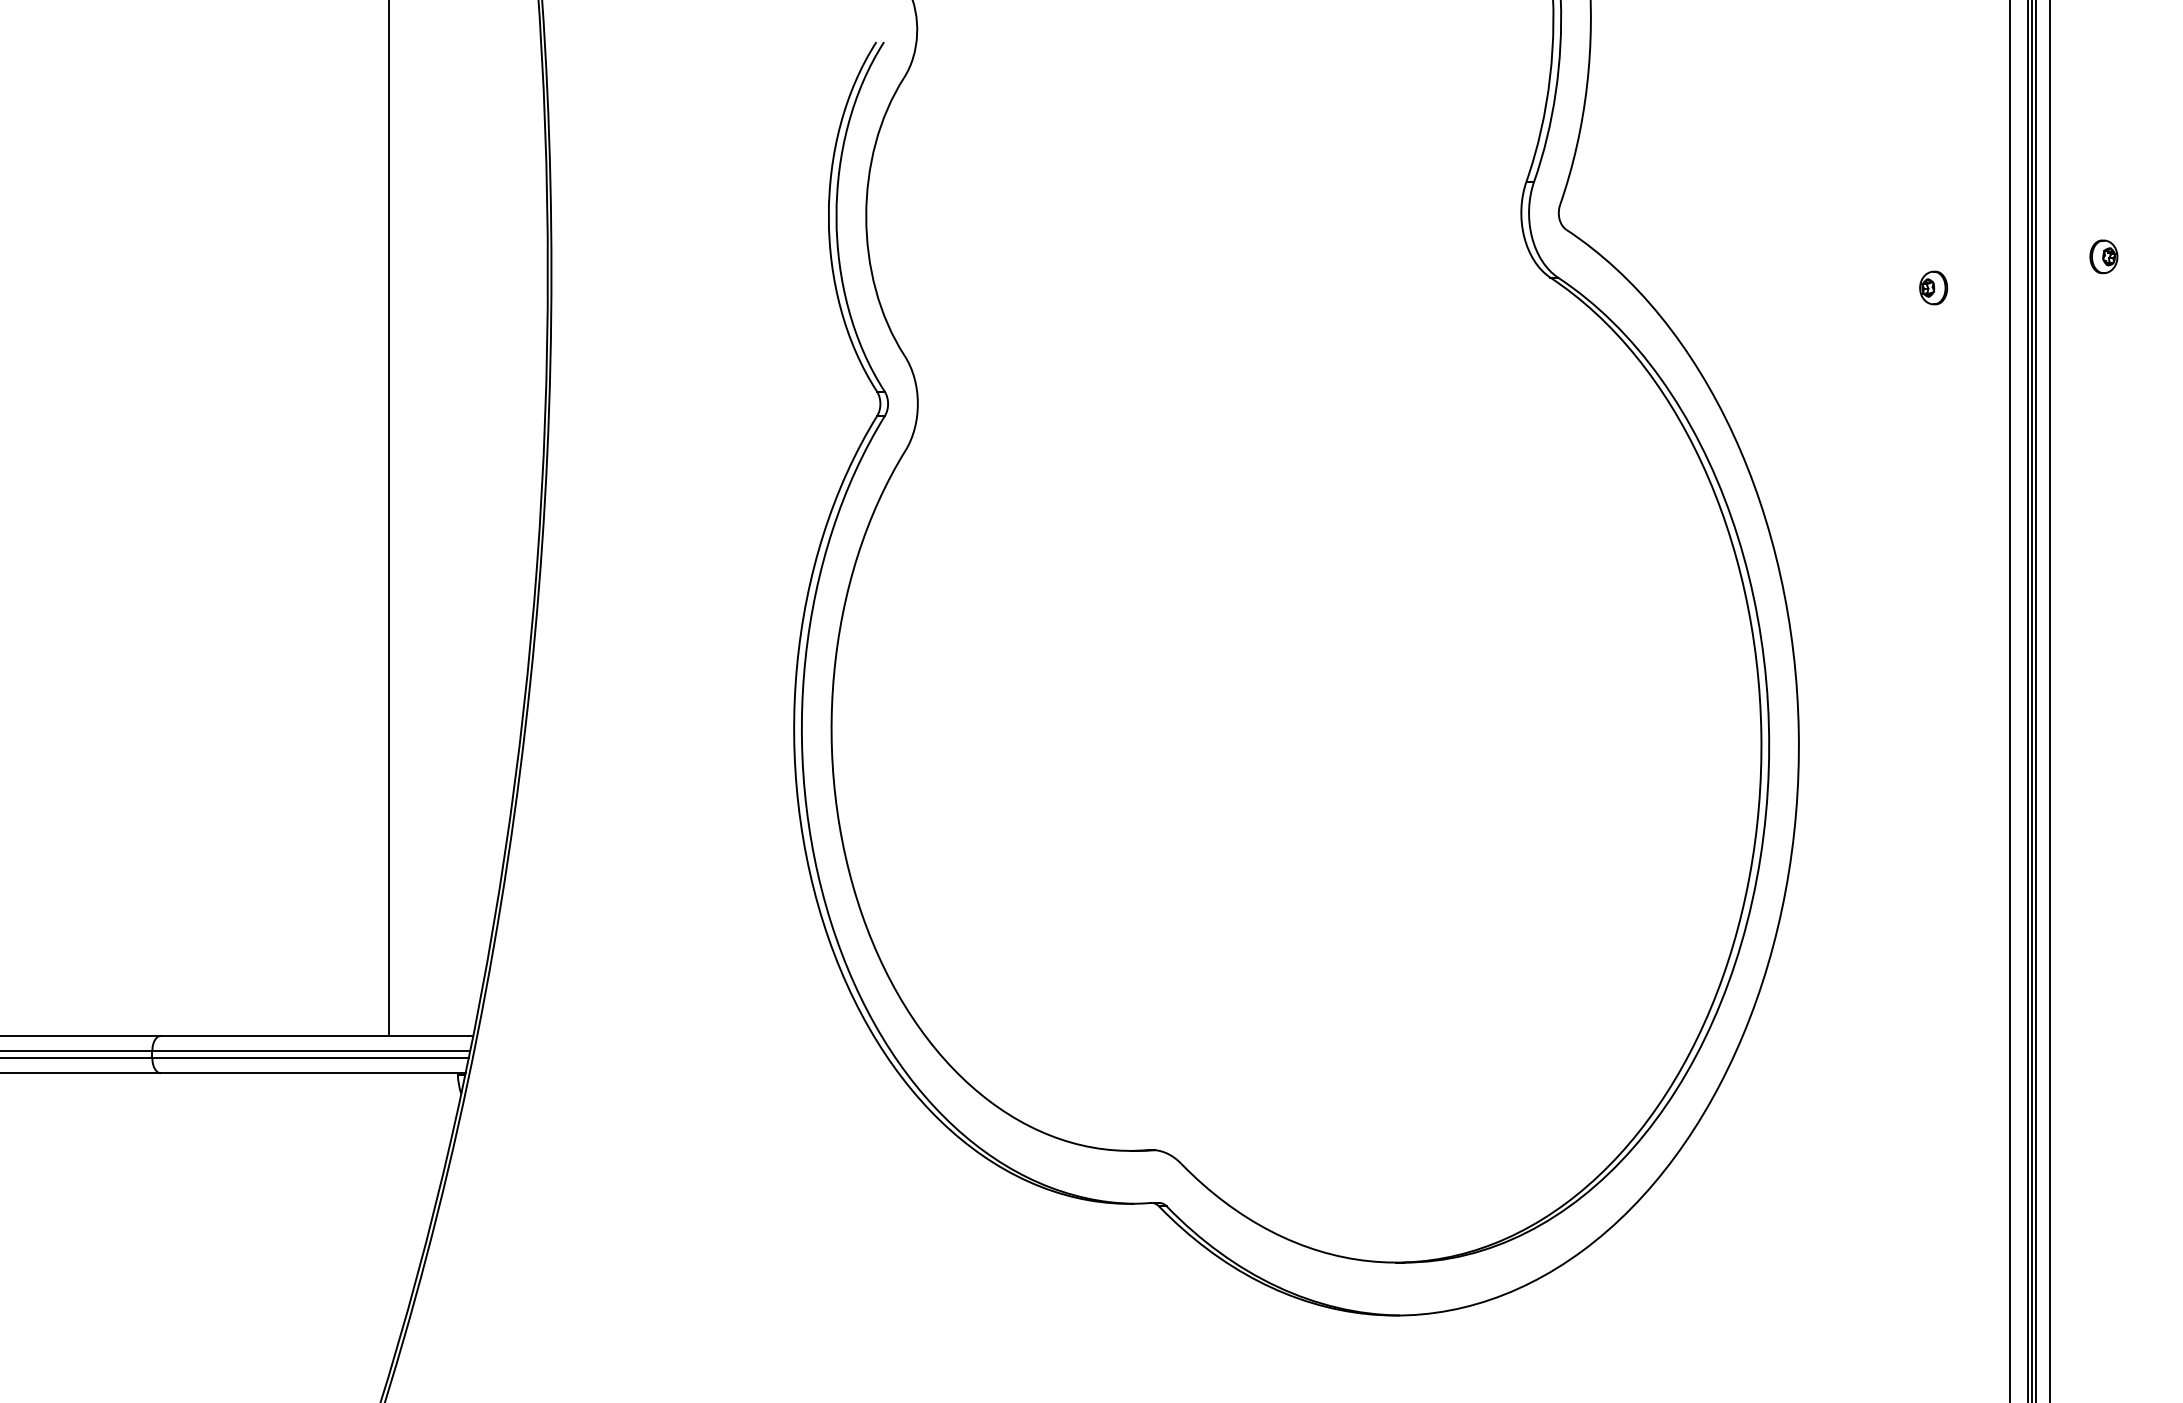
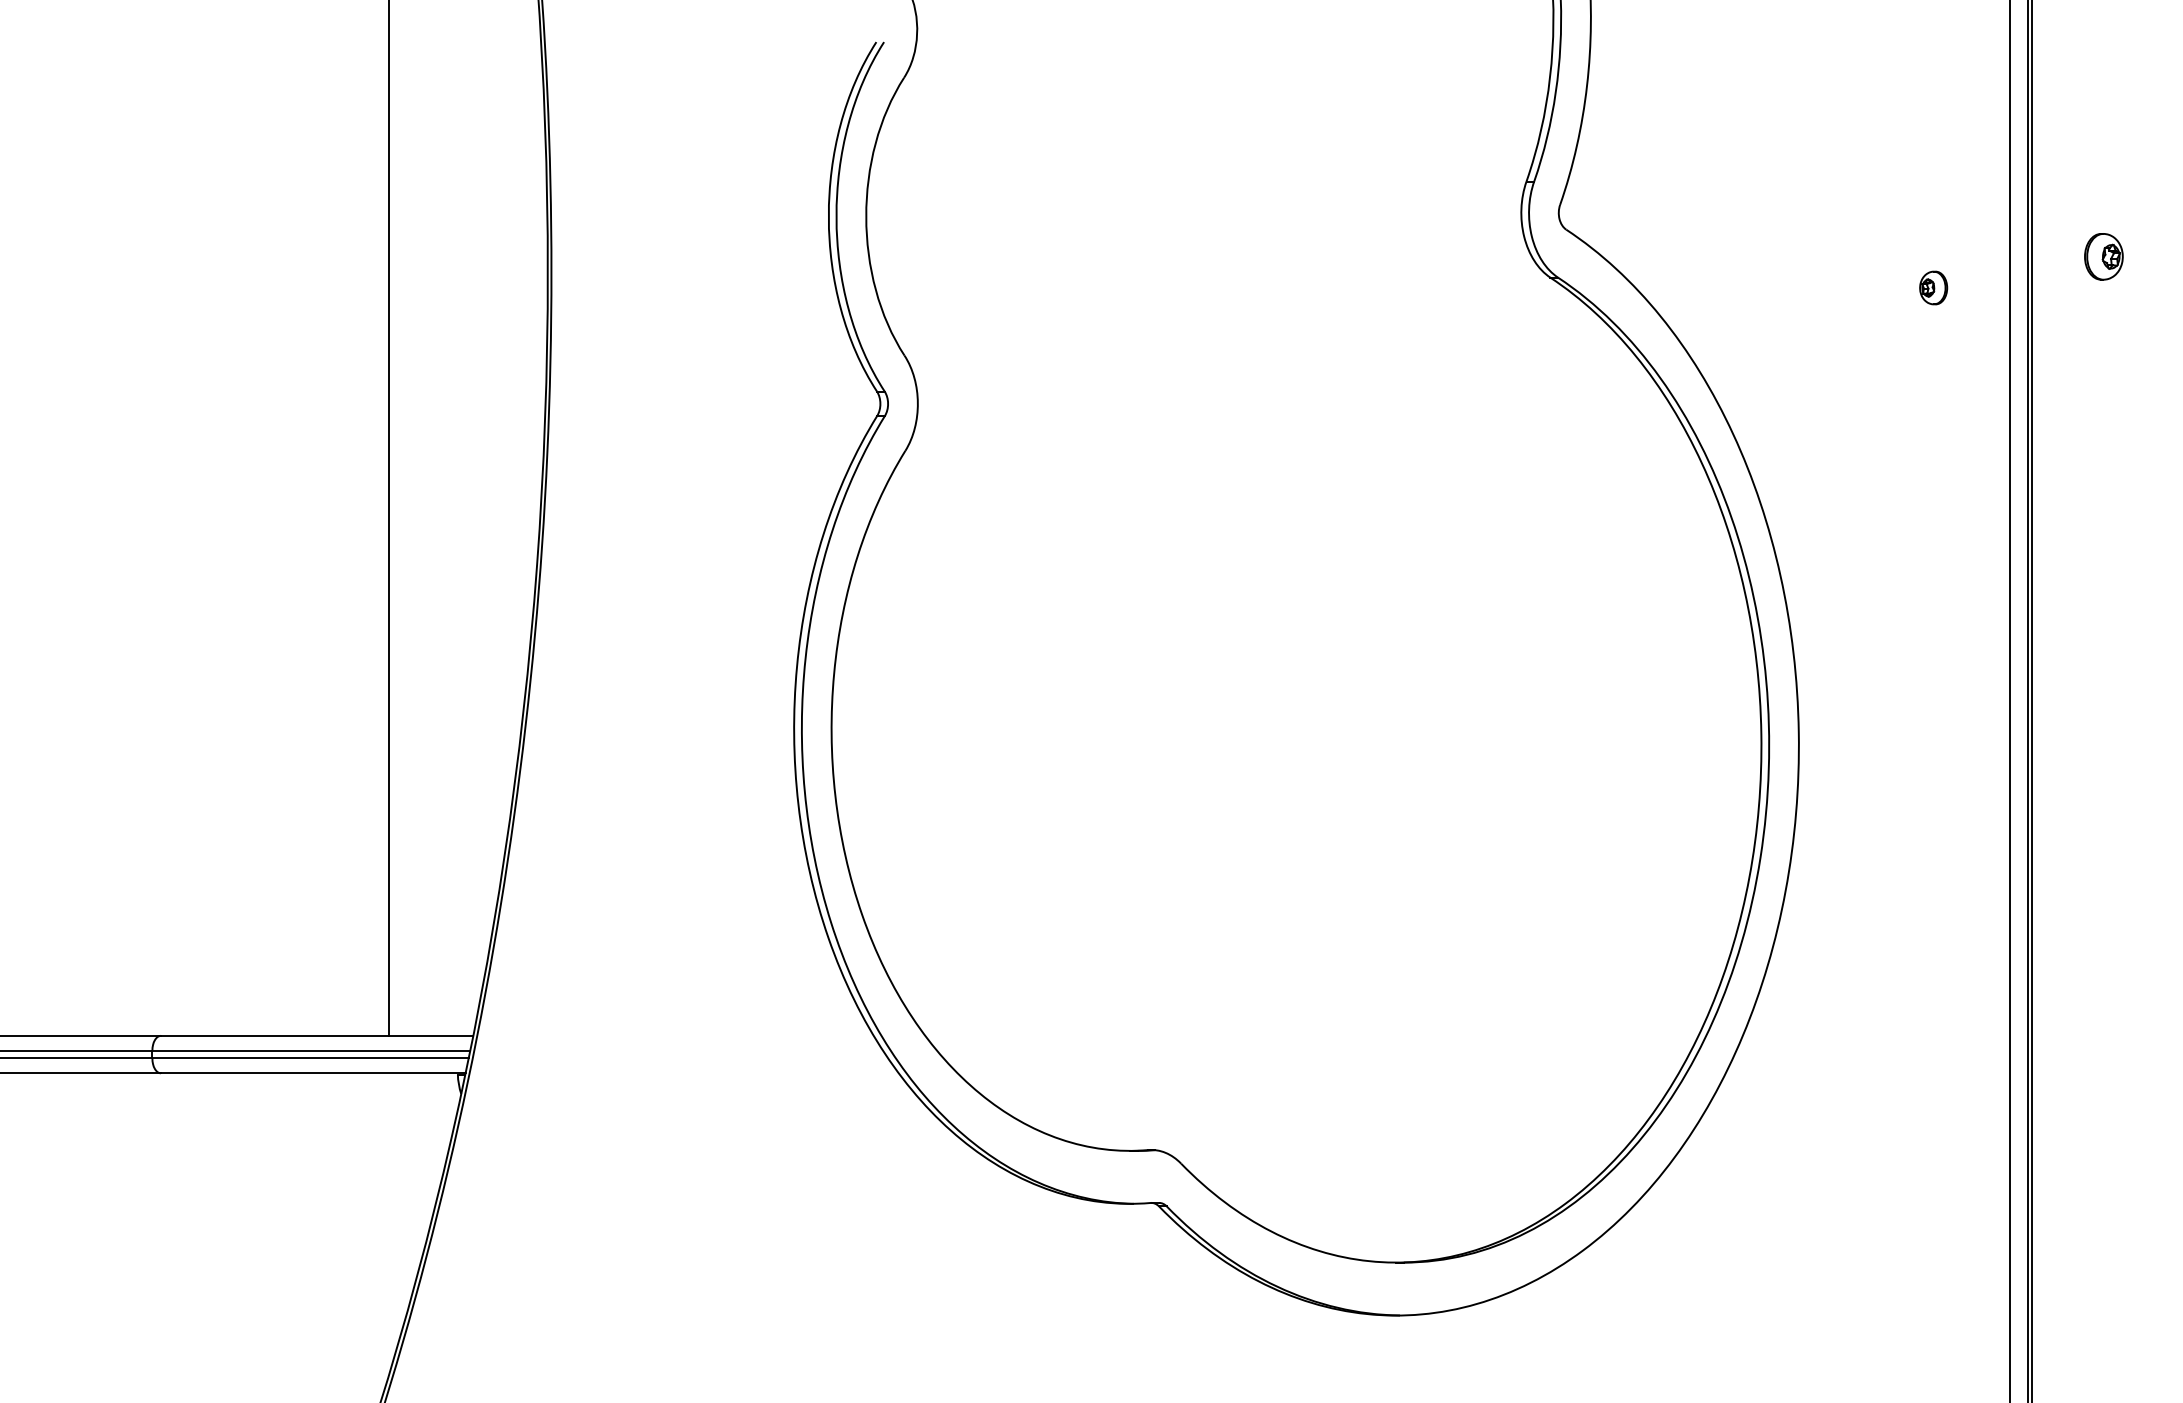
part at (2103, 256) size: 30x36 px -> 40x48 px
line at (2035, 700): present -> none
line at (2049, 700): present -> none
